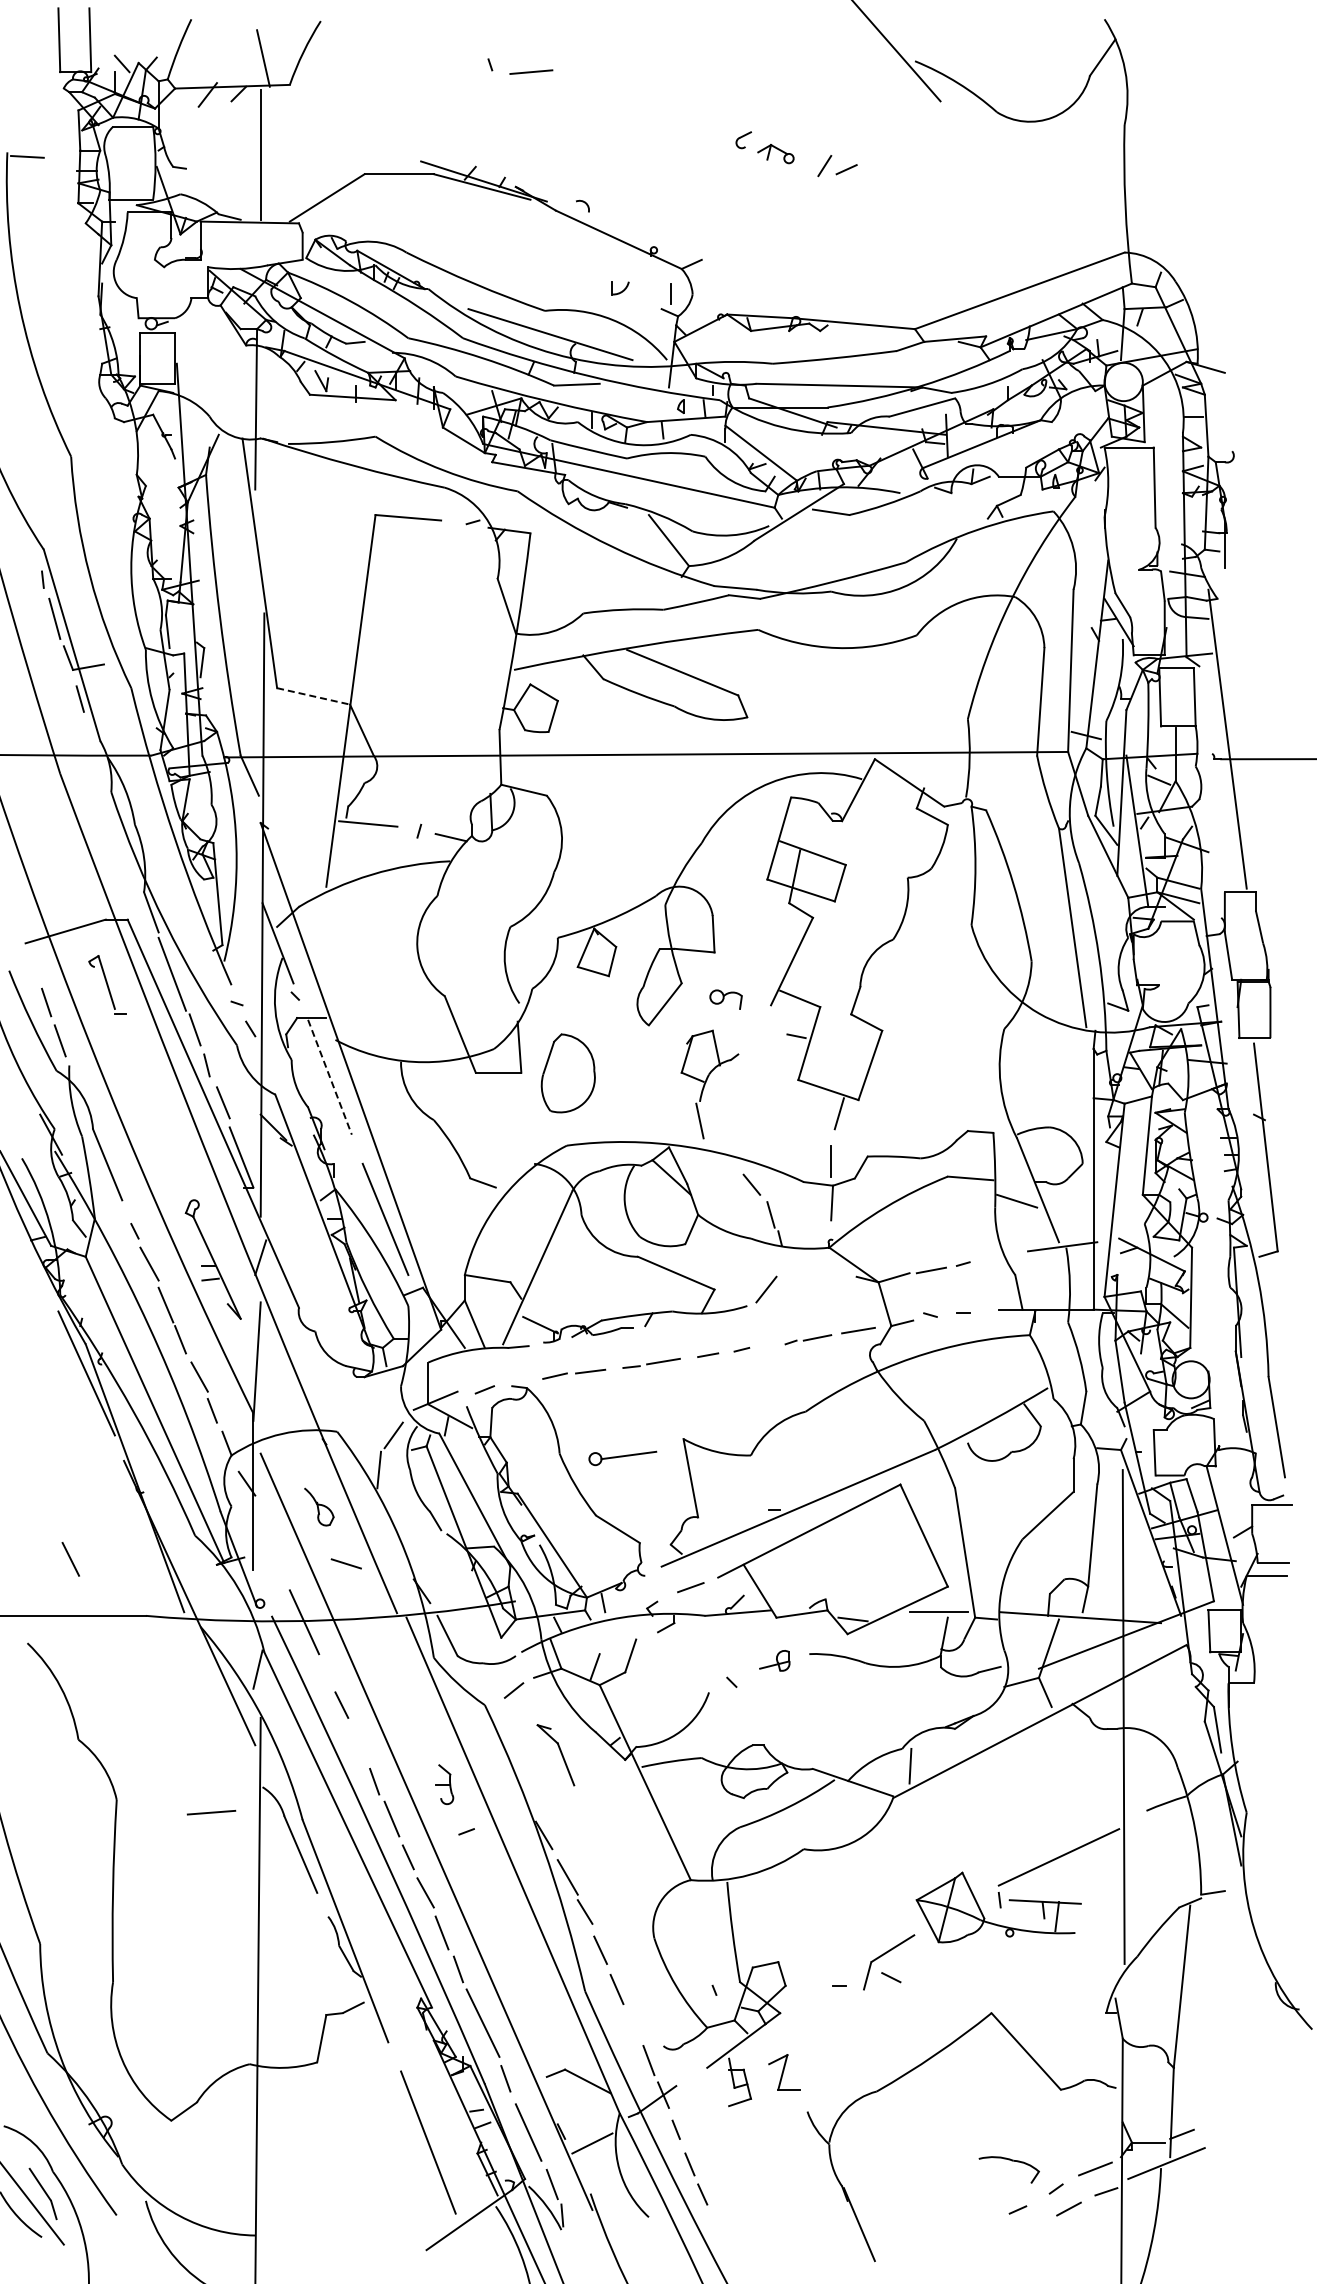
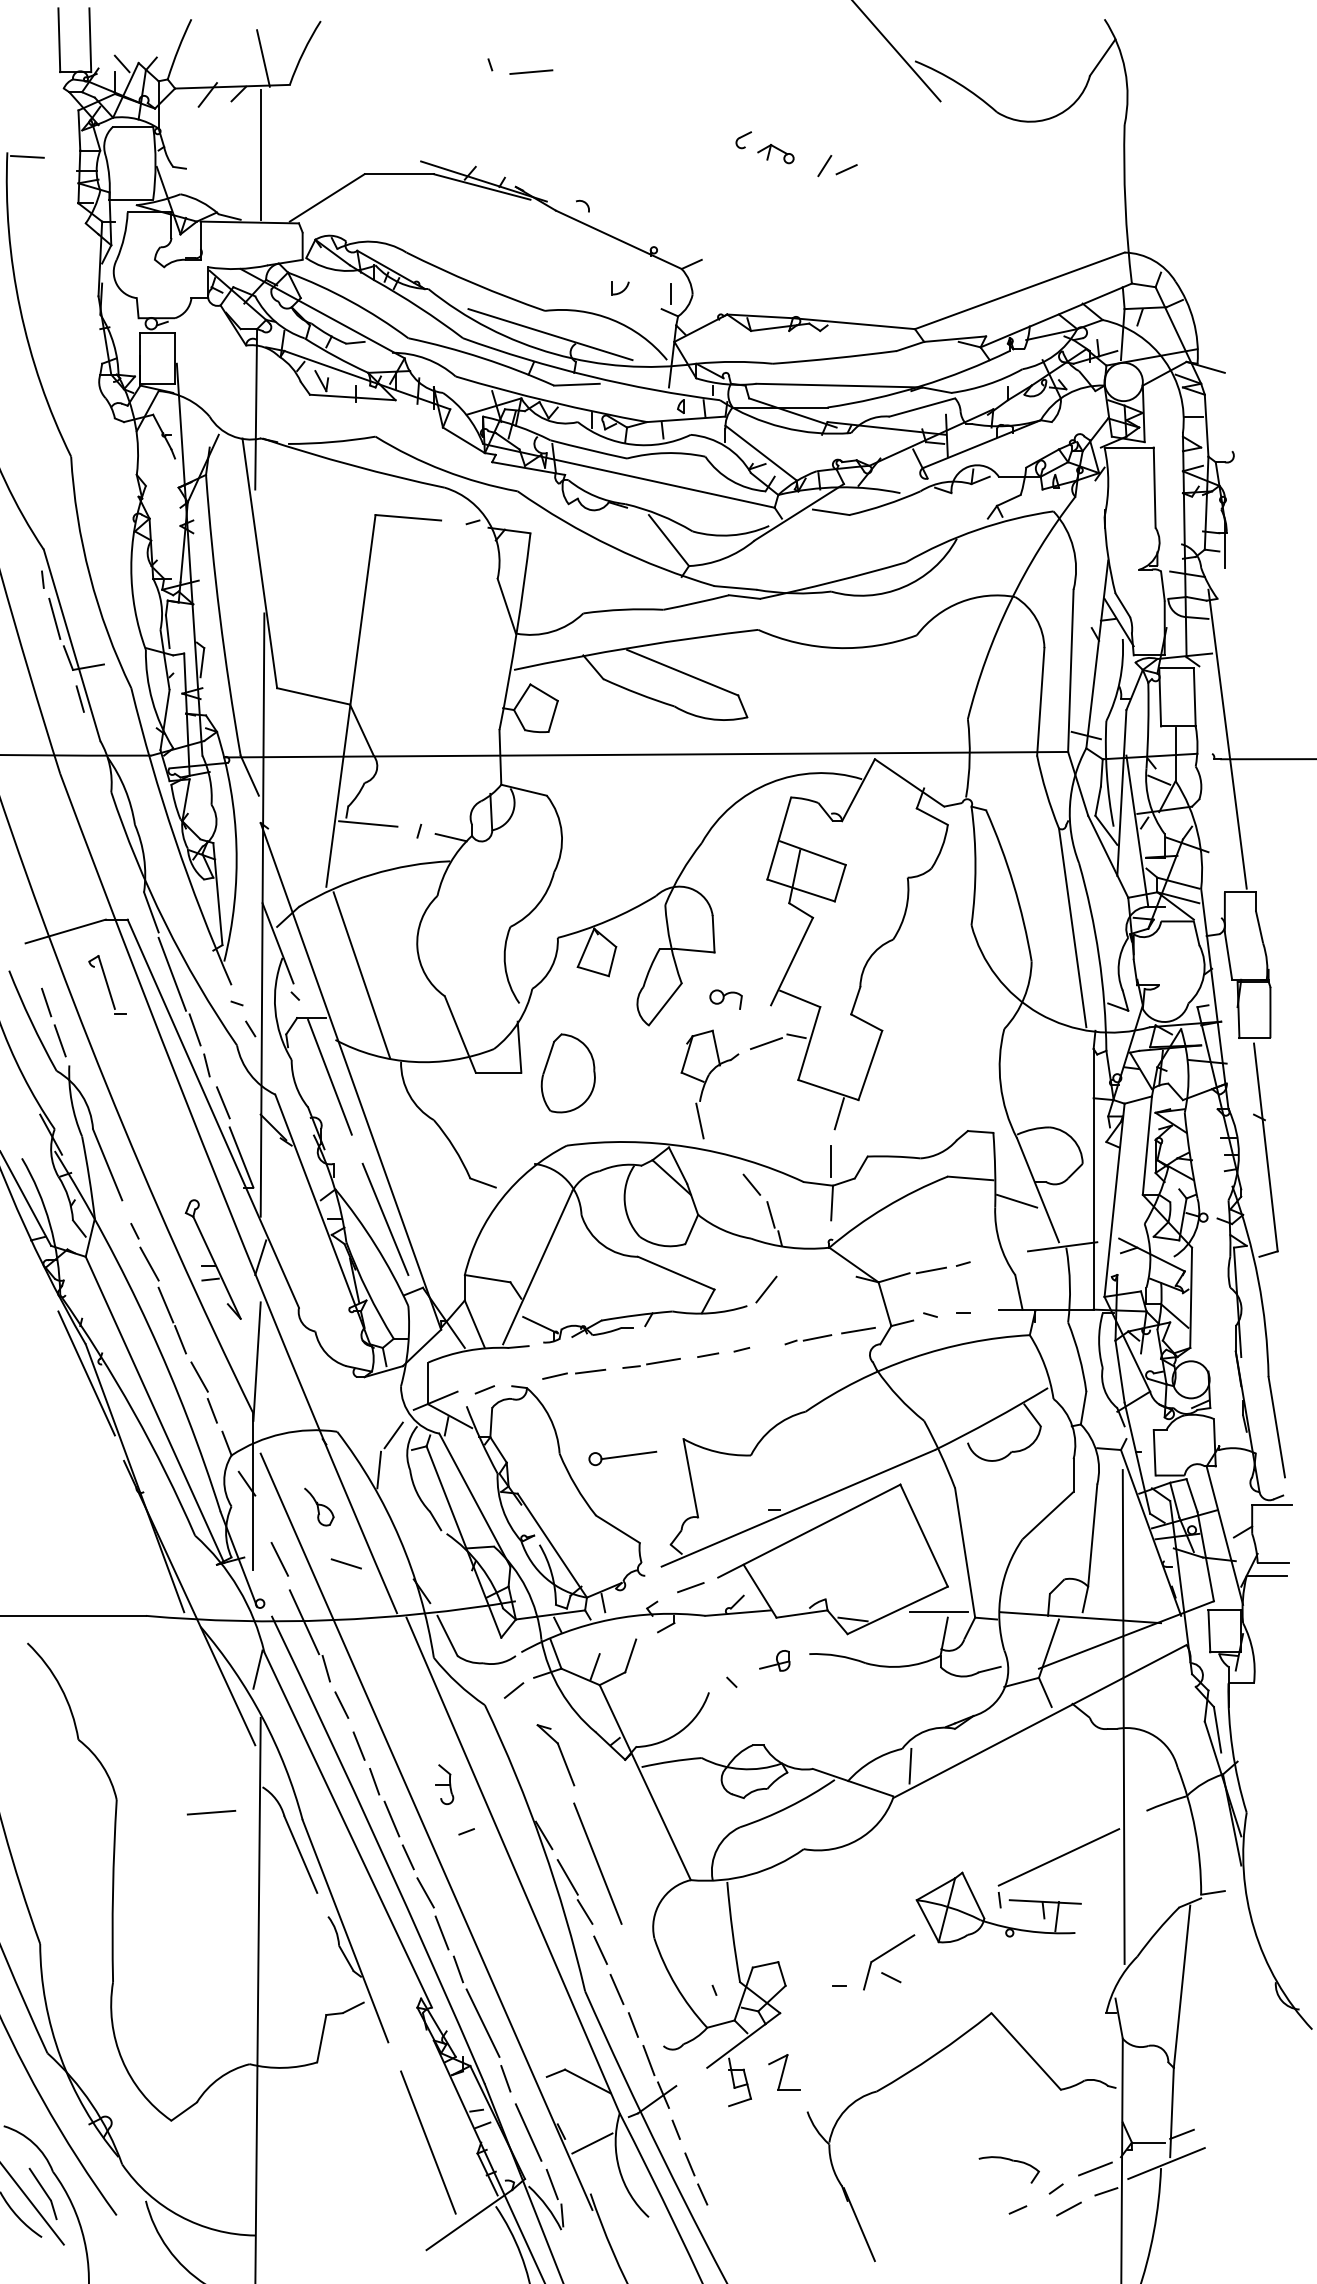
line at (314, 696): dashed -> solid
line at (361, 975): none -> present
line at (765, 1043): none -> present
line at (330, 1077): dashed -> solid
line at (70, 1559) position: (70, 1559) -> (279, 1559)
line at (325, 1668): none -> present
line at (358, 1745): none -> present
line at (597, 1863): none -> present
line at (632, 2024): none -> present
